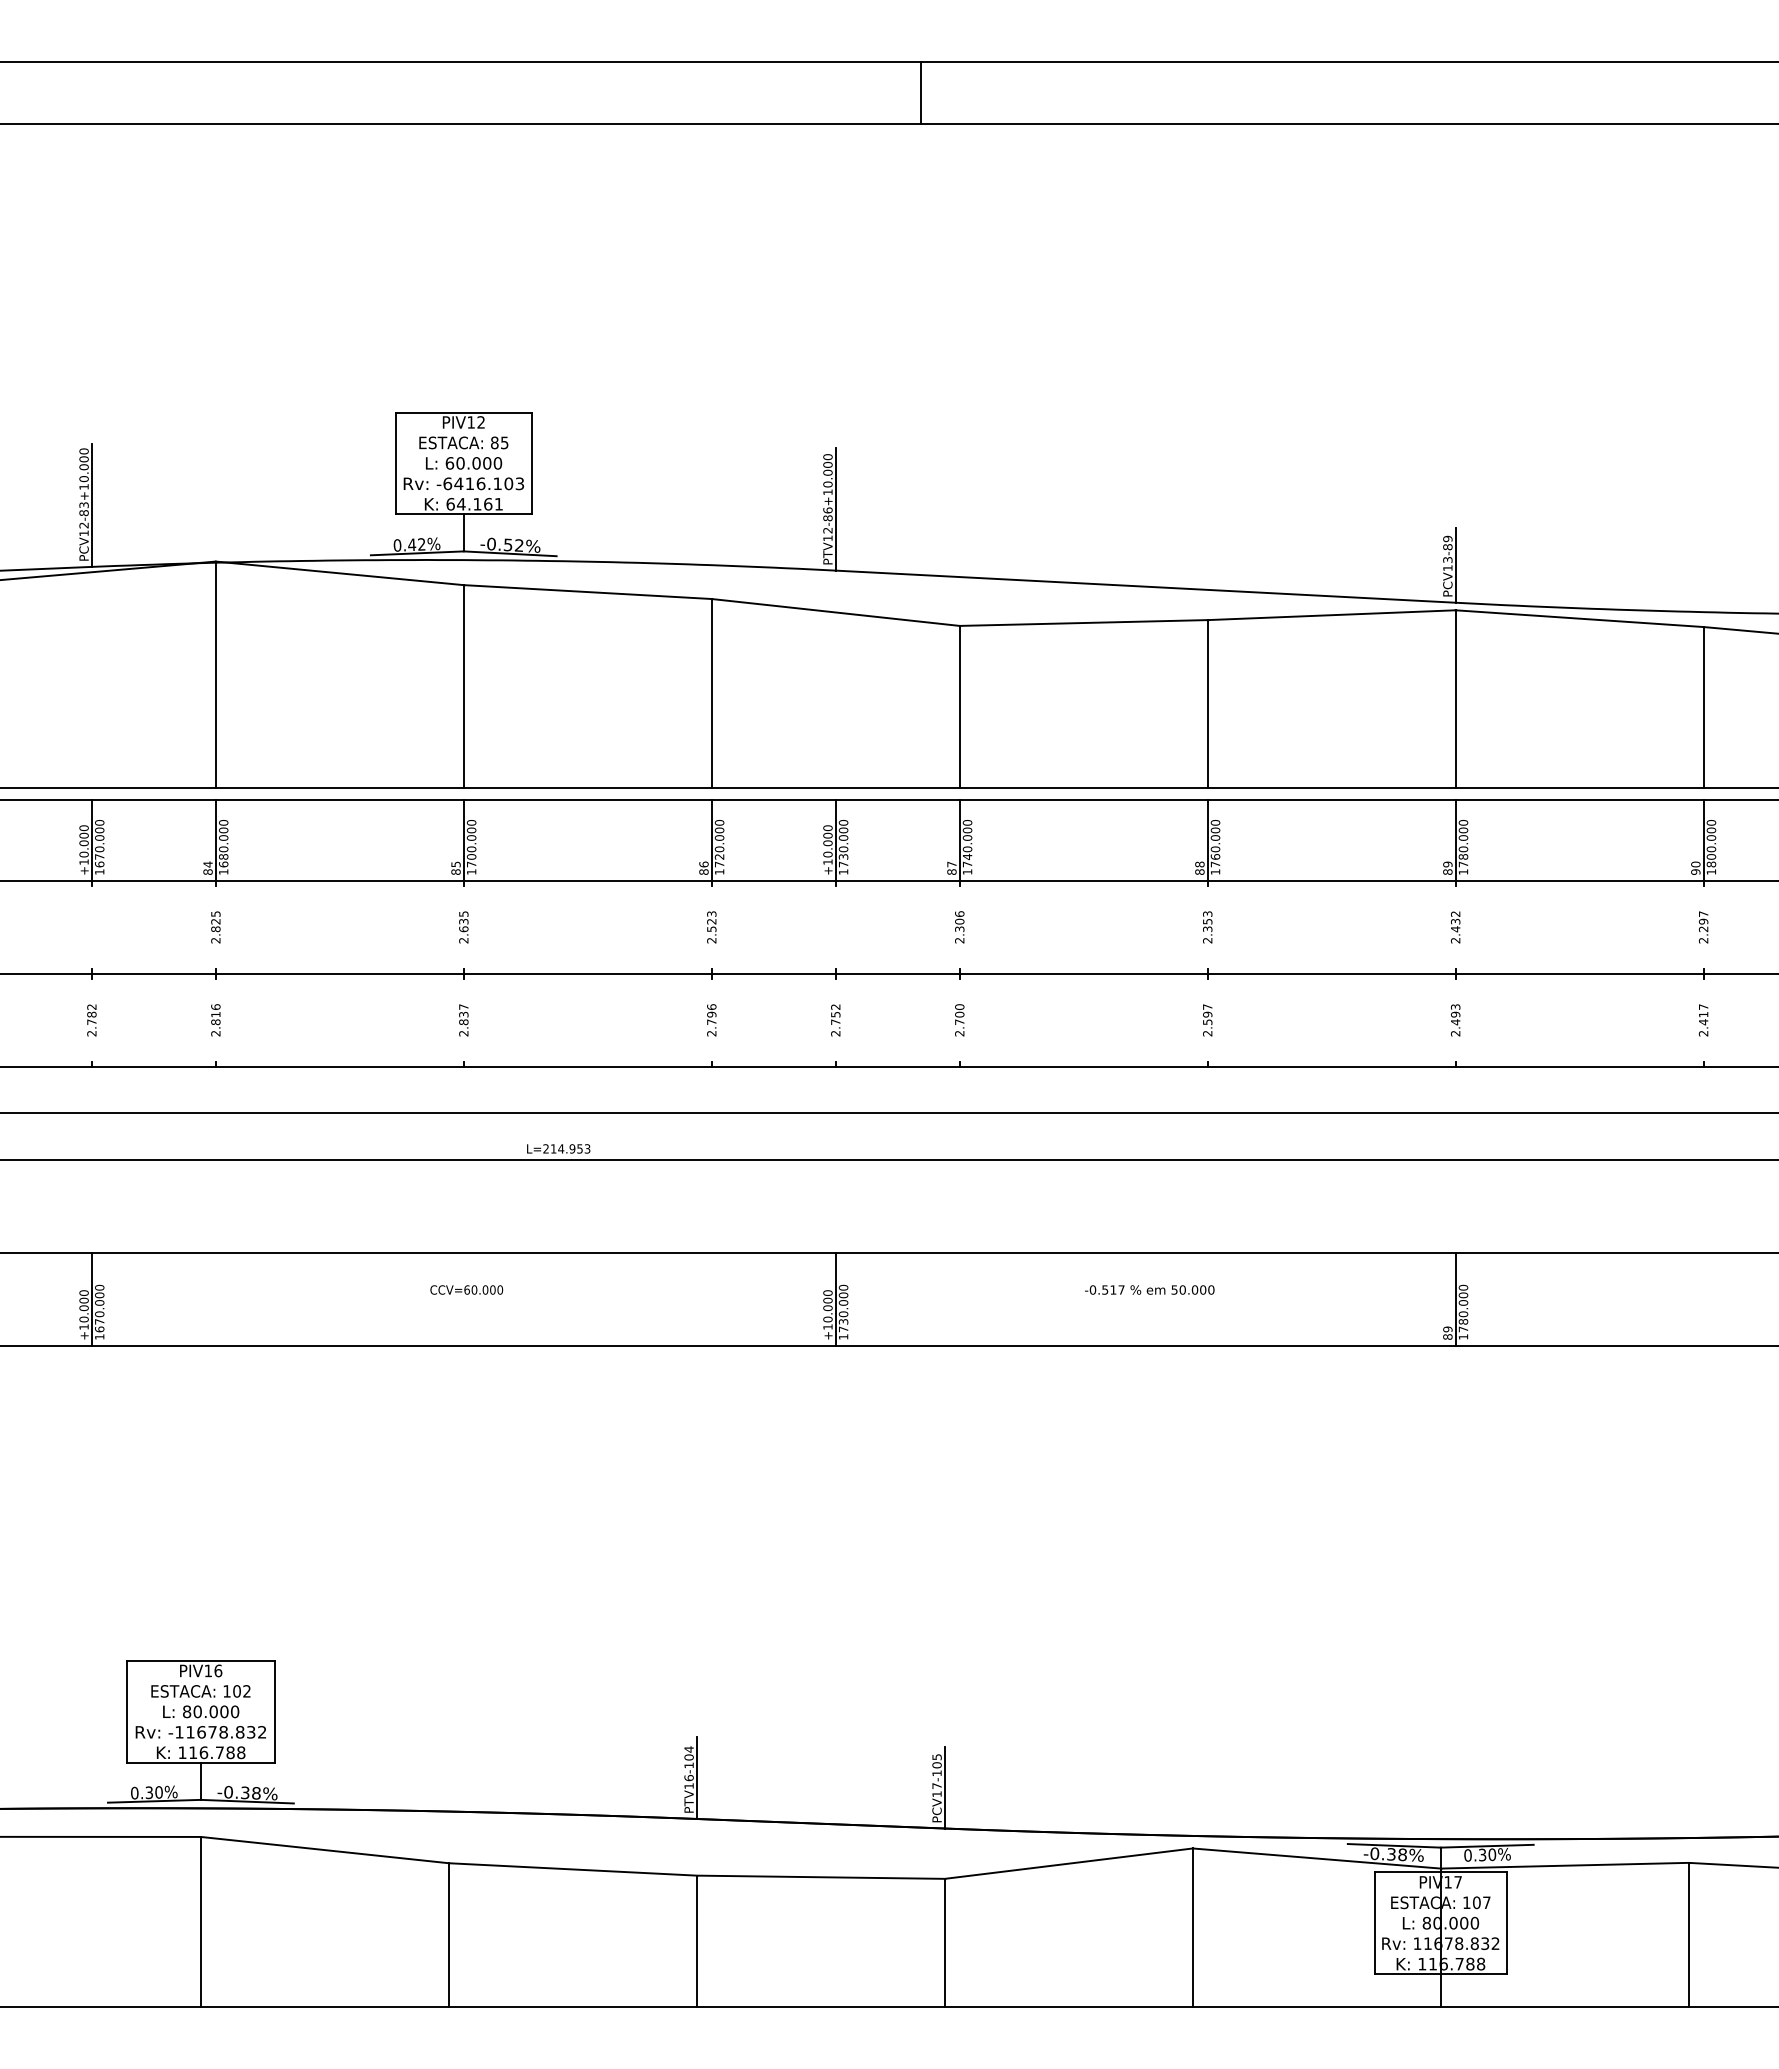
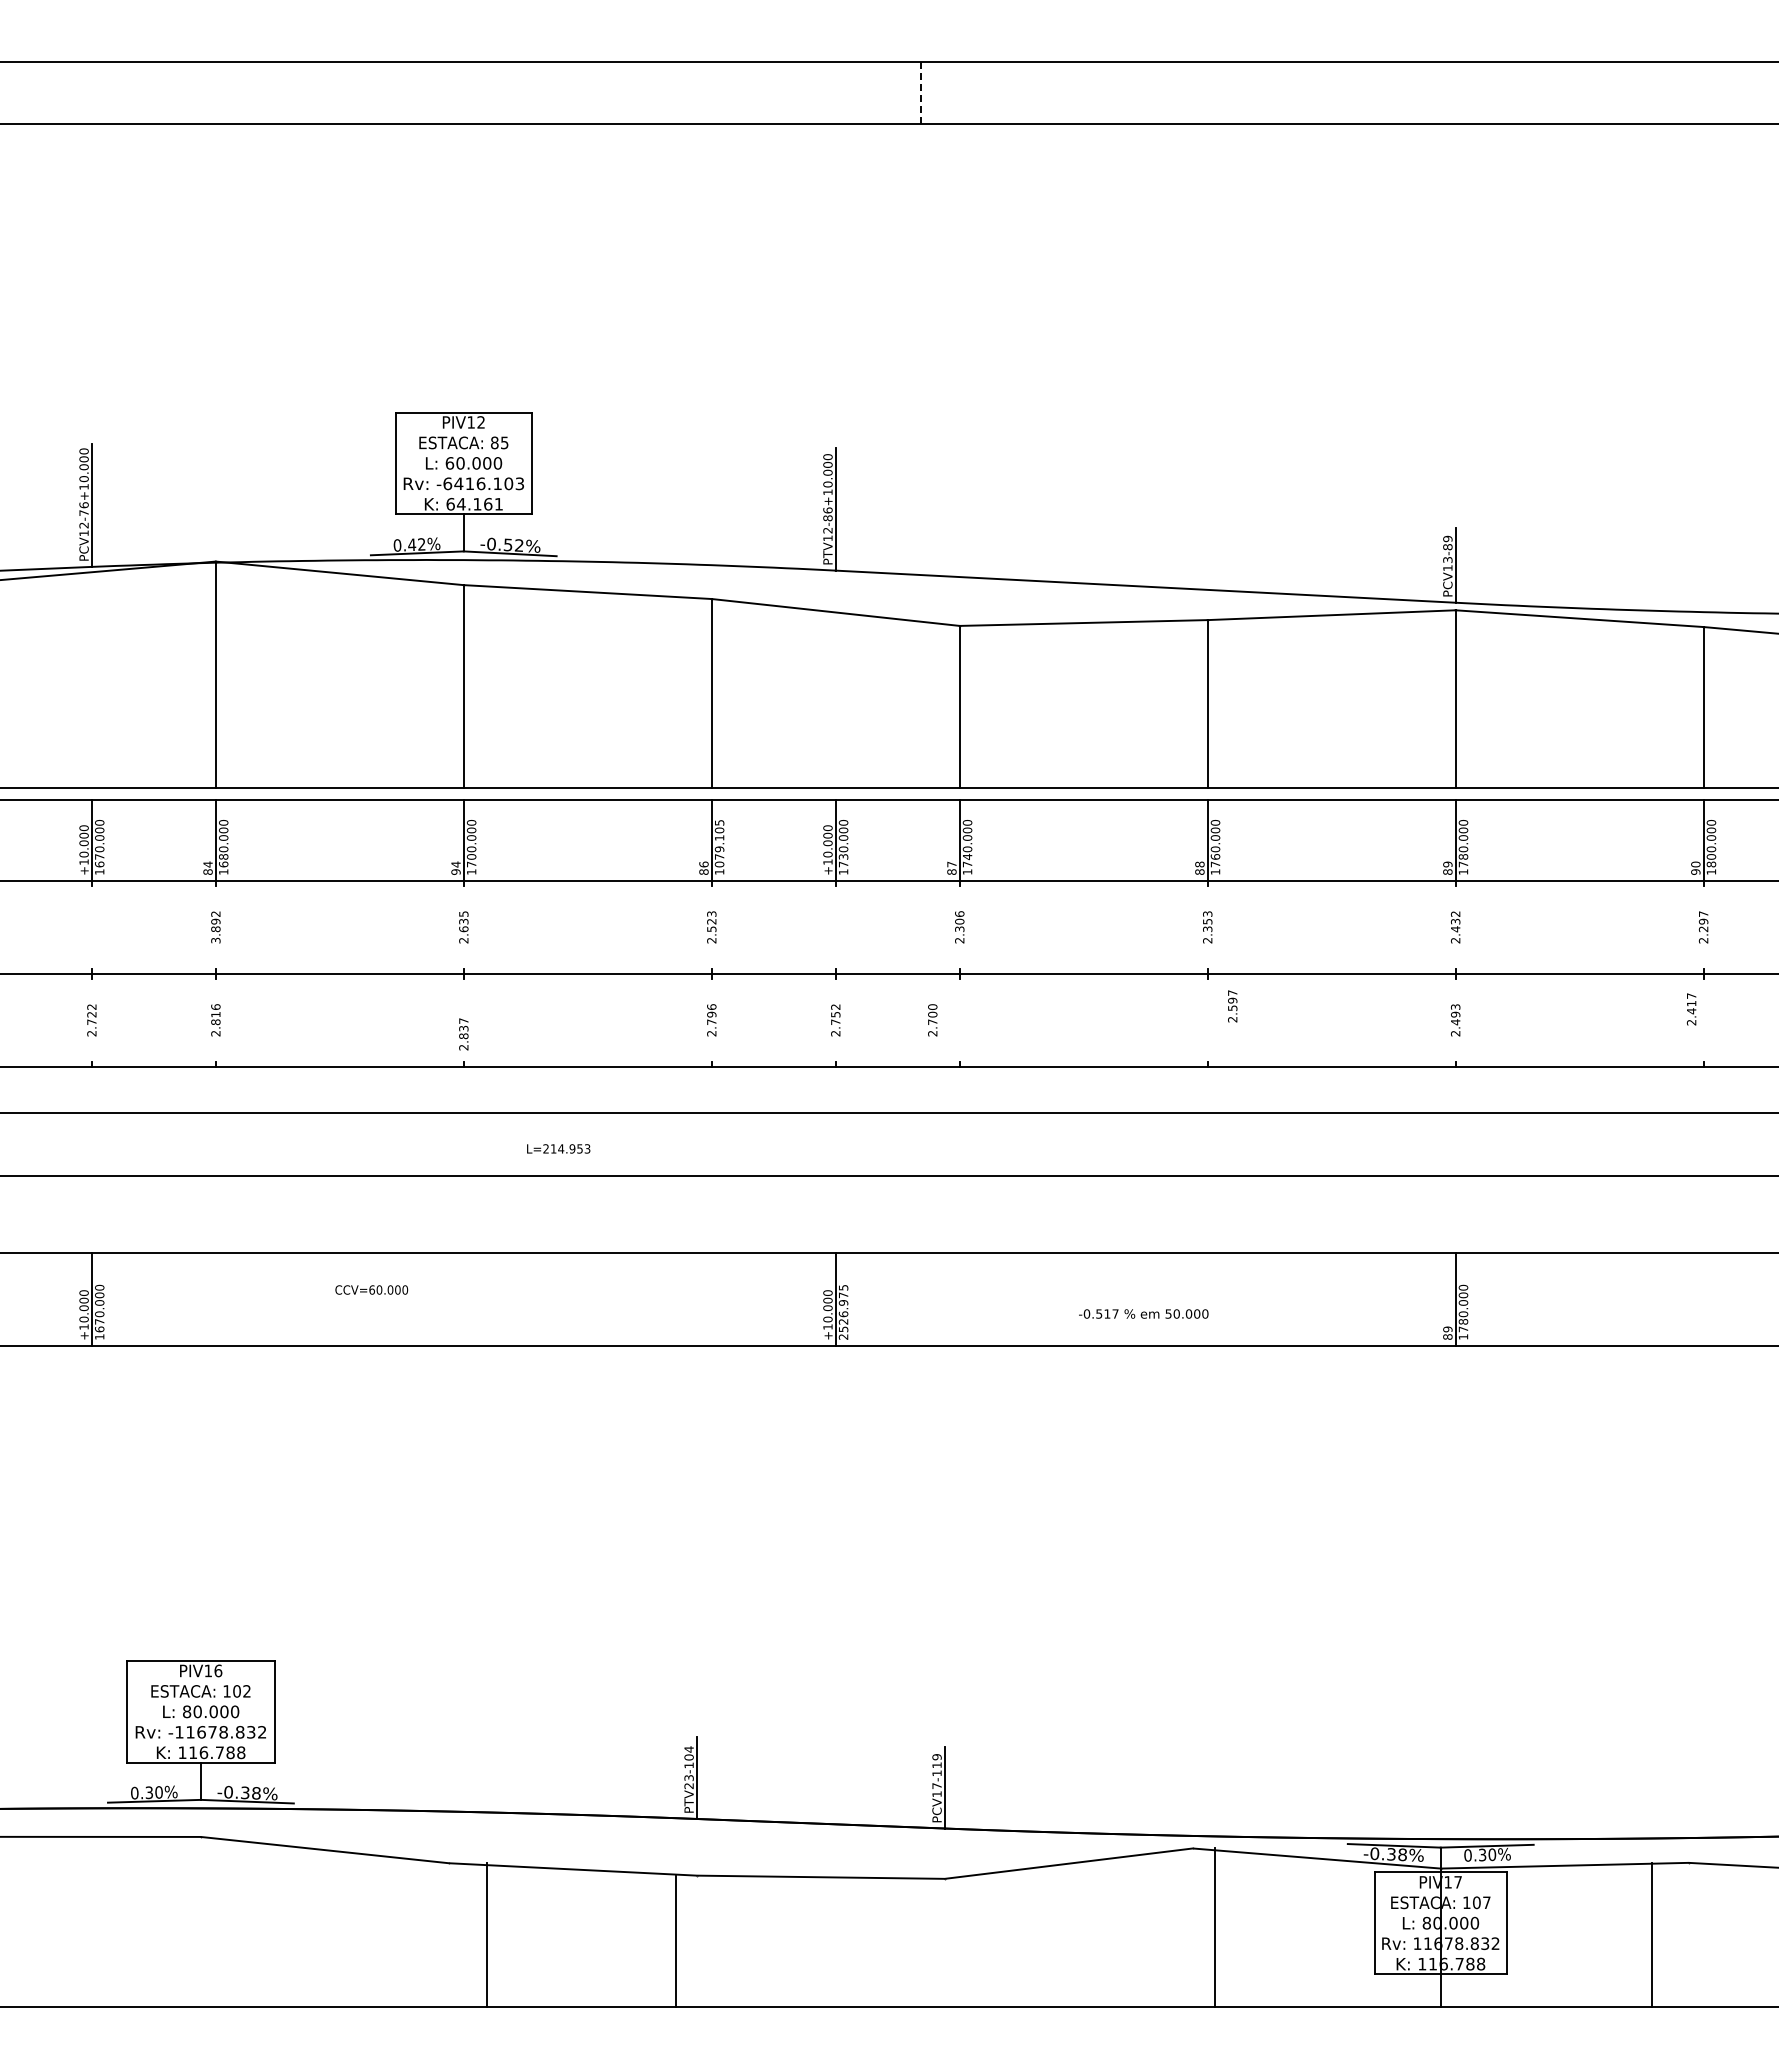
line at (921, 93): solid -> dashed
text at (83, 509): PCV12-83+10.000 -> PCV12-76+10.000
text at (719, 843): 1720.000 -> 1079.105
text at (455, 867): 85 -> 94
text at (215, 927): 2.825 -> 3.892
text at (91, 1014): 2.782 -> 2.722
text at (463, 1020) position: (463, 1020) -> (463, 1034)
text at (959, 1020) position: (959, 1020) -> (932, 1020)
text at (1207, 1020) position: (1207, 1020) -> (1232, 1006)
text at (1703, 1020) position: (1703, 1020) -> (1691, 1009)
line at (888, 1159) position: (888, 1159) -> (888, 1175)
text at (466, 1289) position: (466, 1289) -> (371, 1289)
text at (1149, 1289) position: (1149, 1289) -> (1143, 1313)
text at (843, 1311): 1730.000 -> 2526.975
text at (936, 1761): PCV17-105 -> PCV17-119
text at (688, 1782): PTV16-104 -> PTV23-104
line at (200, 1921): present -> none
line at (1192, 1927) position: (1192, 1927) -> (1214, 1927)
line at (448, 1934) position: (448, 1934) -> (486, 1934)
line at (1688, 1934) position: (1688, 1934) -> (1651, 1934)
line at (696, 1940) position: (696, 1940) -> (675, 1940)
line at (944, 1942): present -> none
